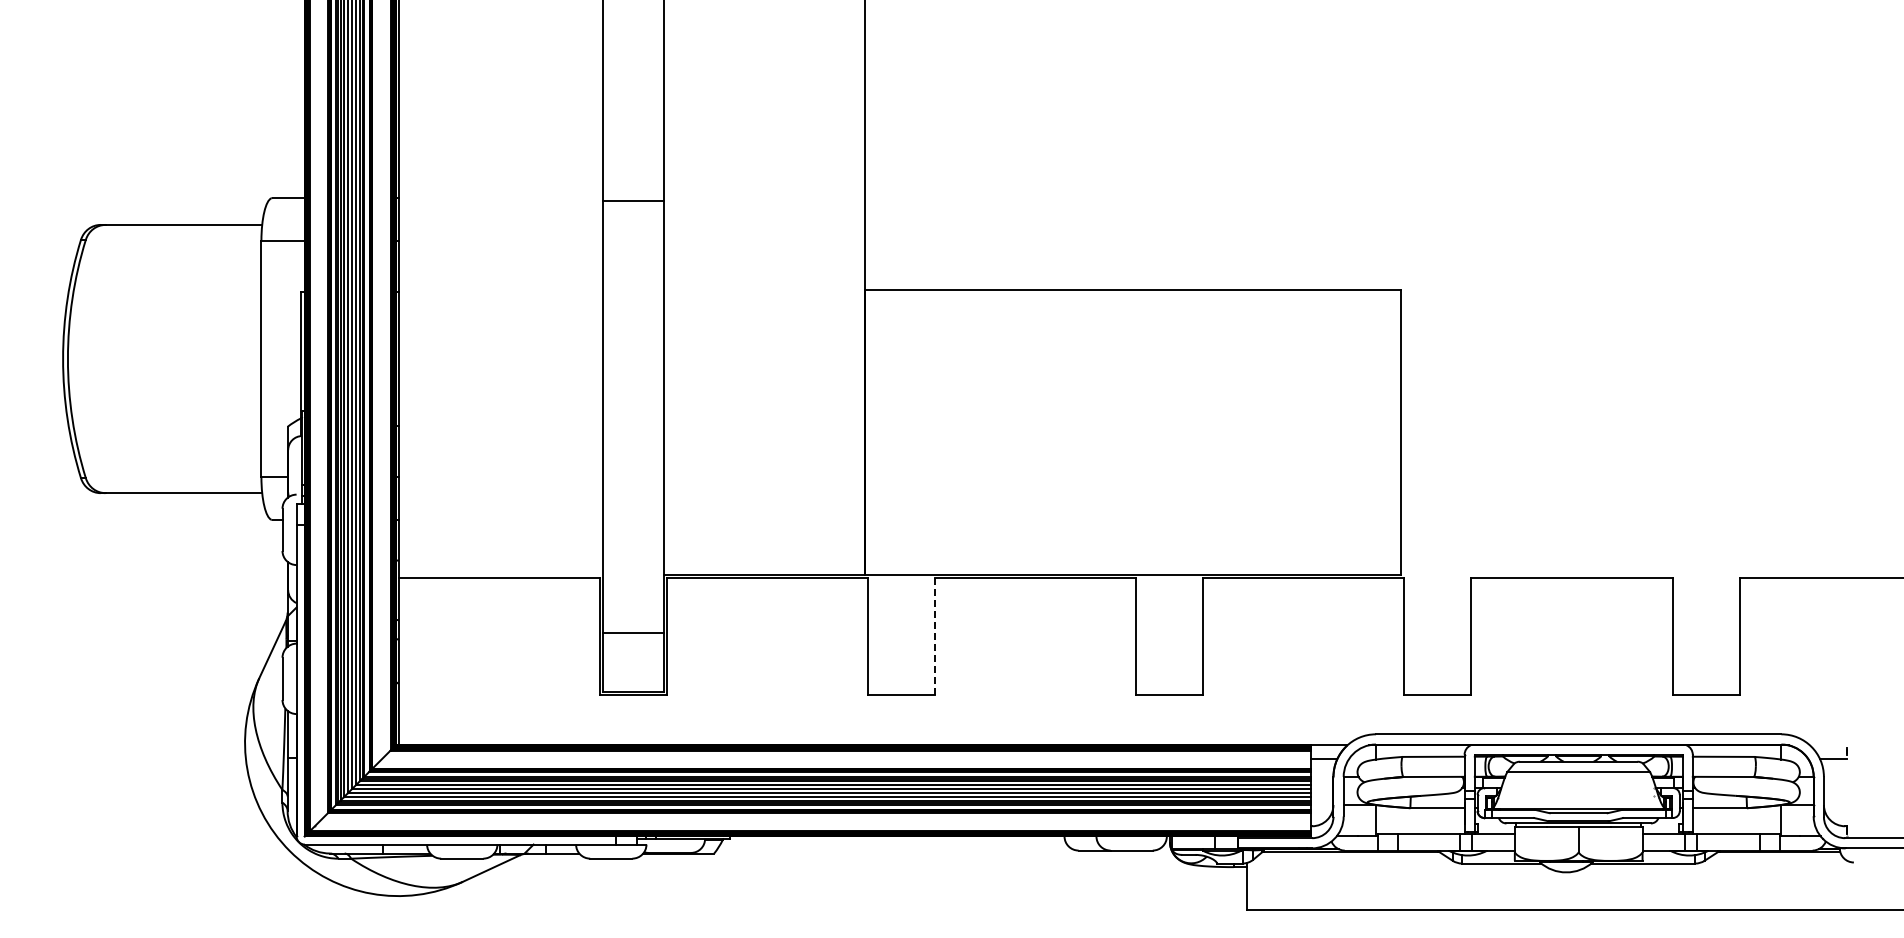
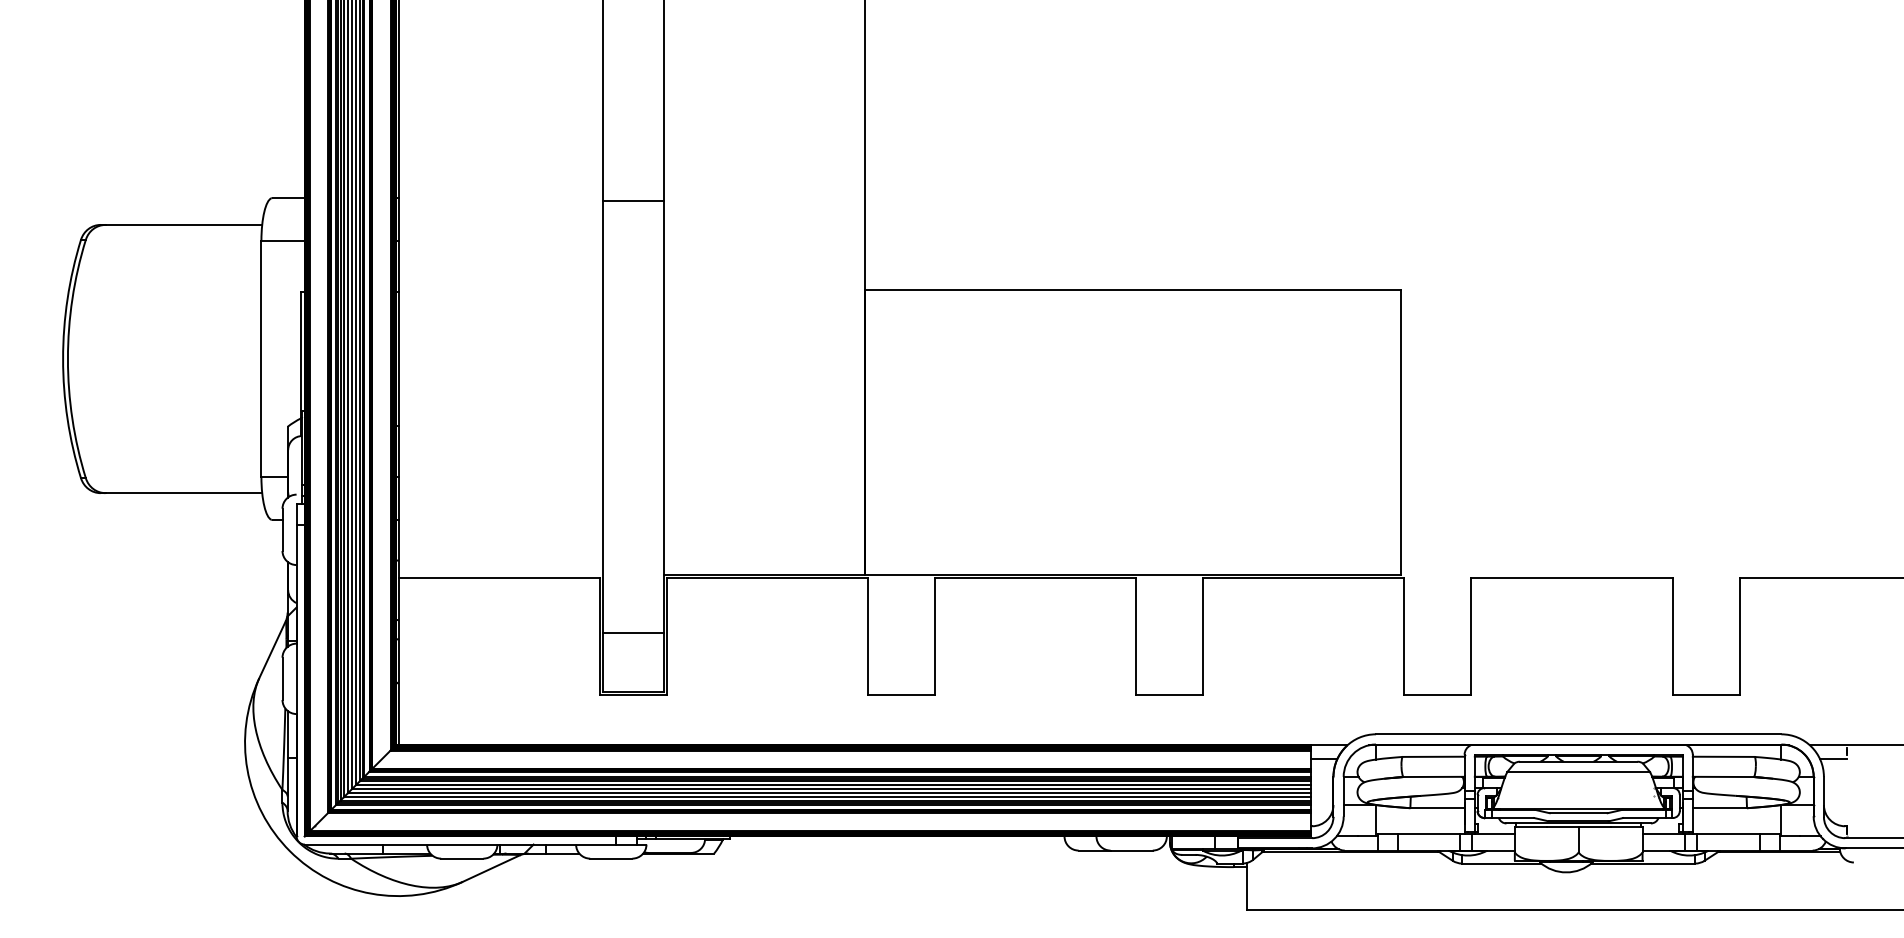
line at (935, 636): dashed -> solid
line at (1854, 745): none -> present
